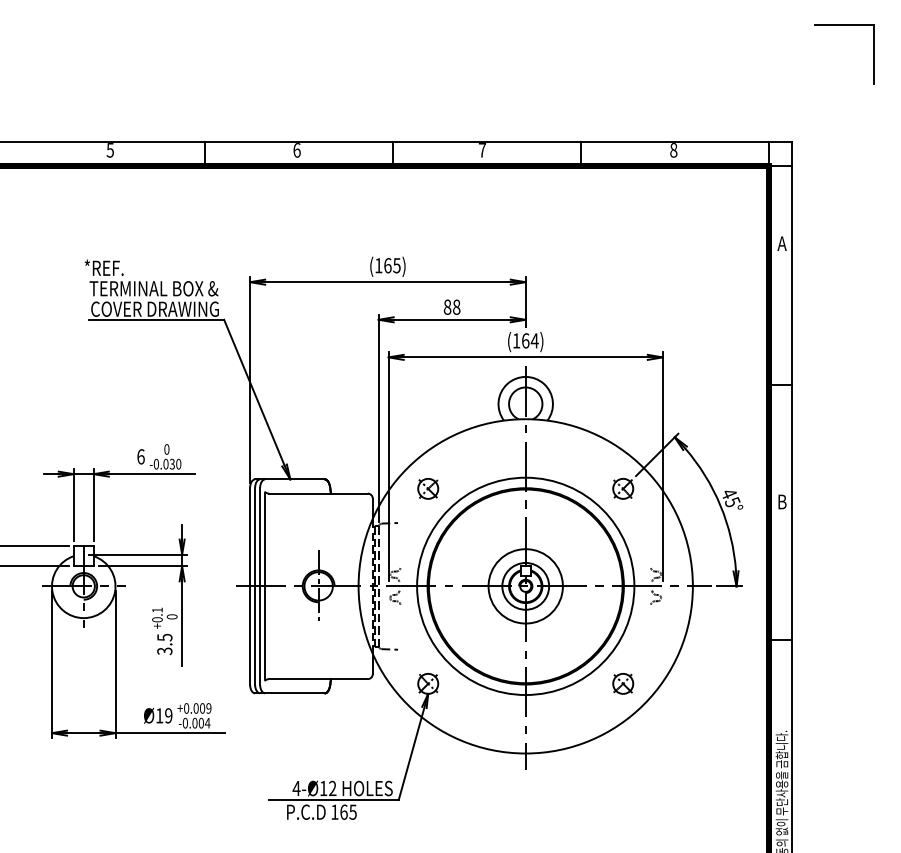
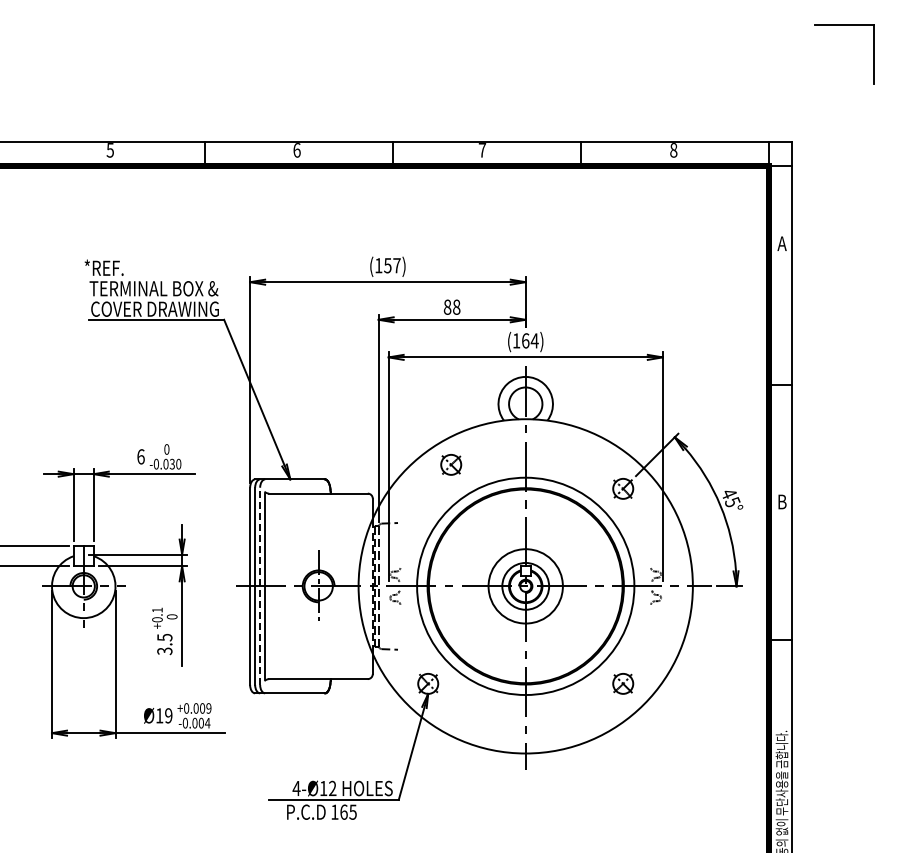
text at (392, 265): (165) -> (157)
part at (428, 488) position: (428, 488) -> (451, 464)
line at (260, 586): solid -> dashed
